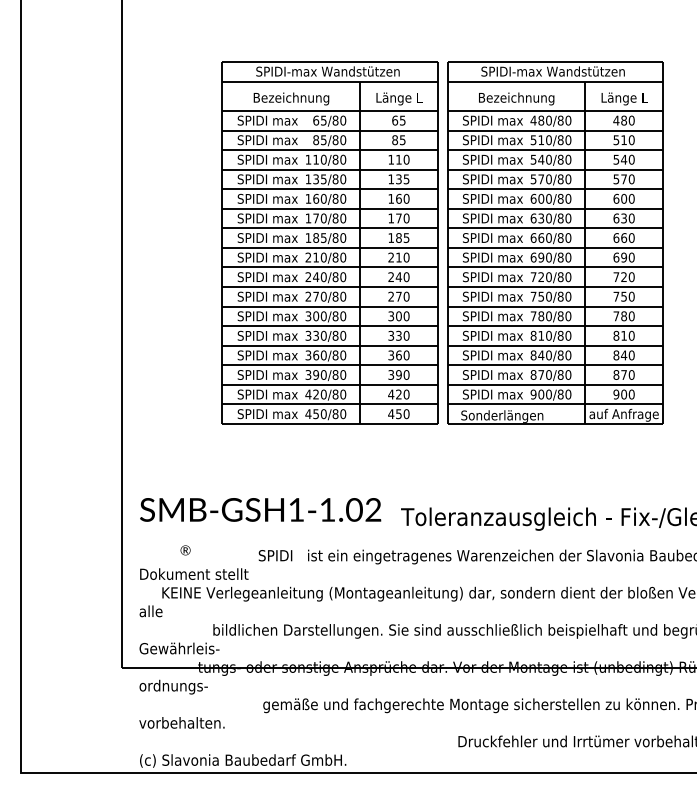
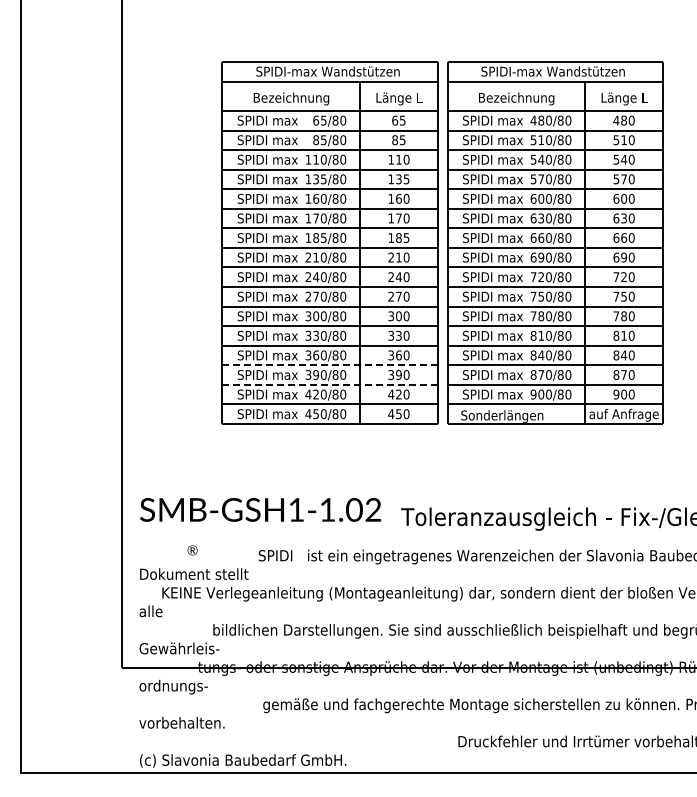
line at (330, 365): solid -> dashed
line at (330, 384): solid -> dashed
text at (185, 550) position: (185, 550) -> (192, 550)
